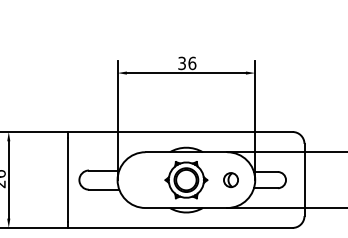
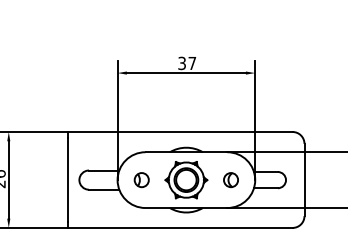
text at (192, 63): 36 -> 37
part at (141, 180): none -> present
